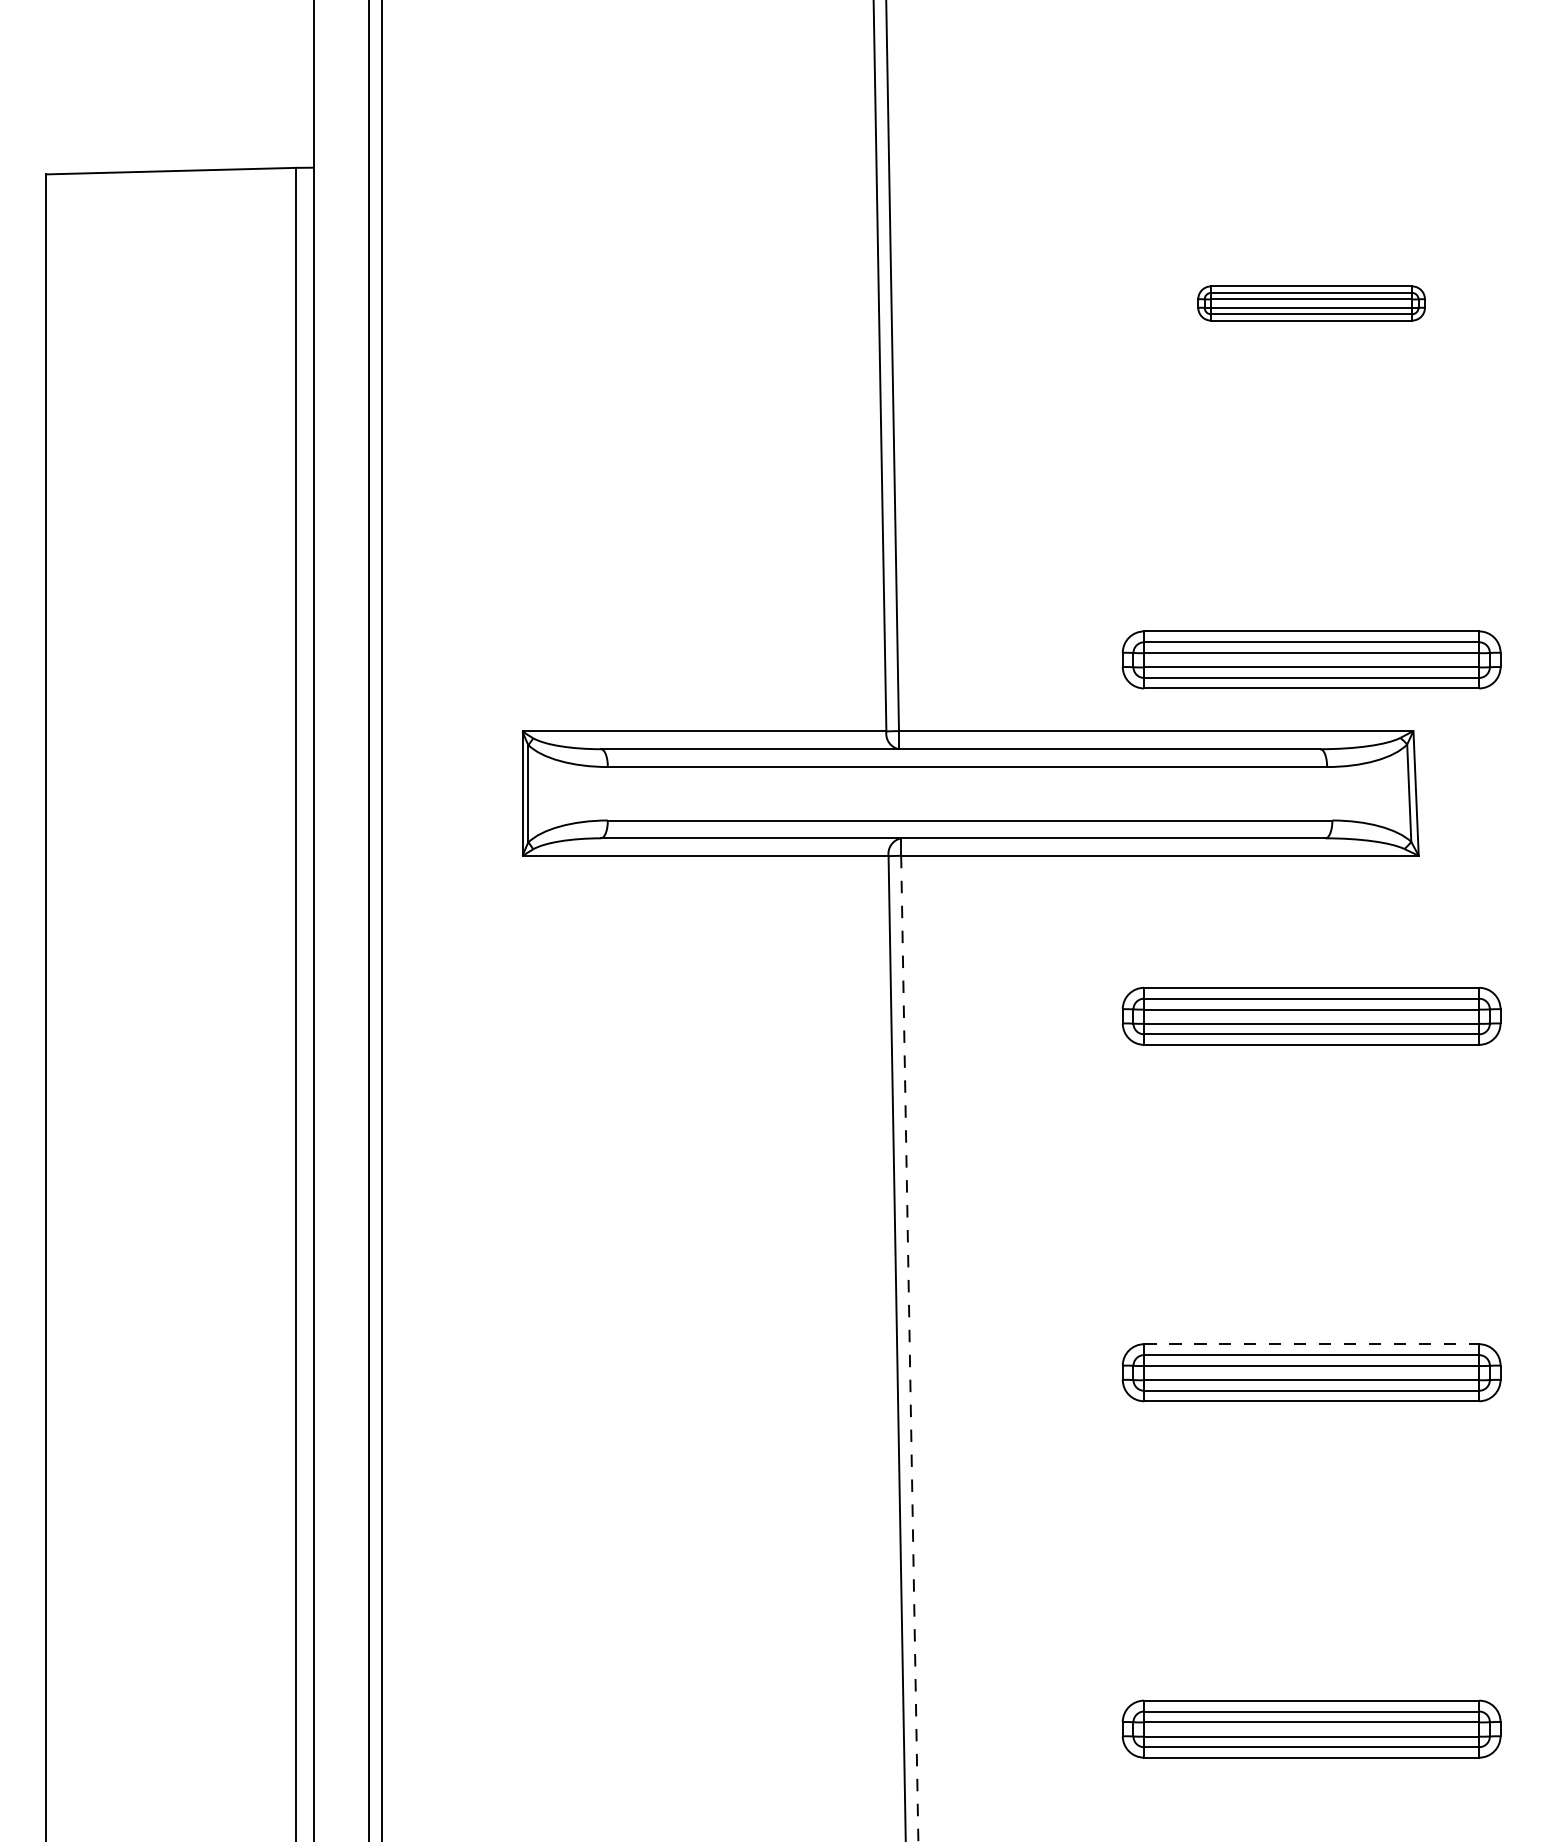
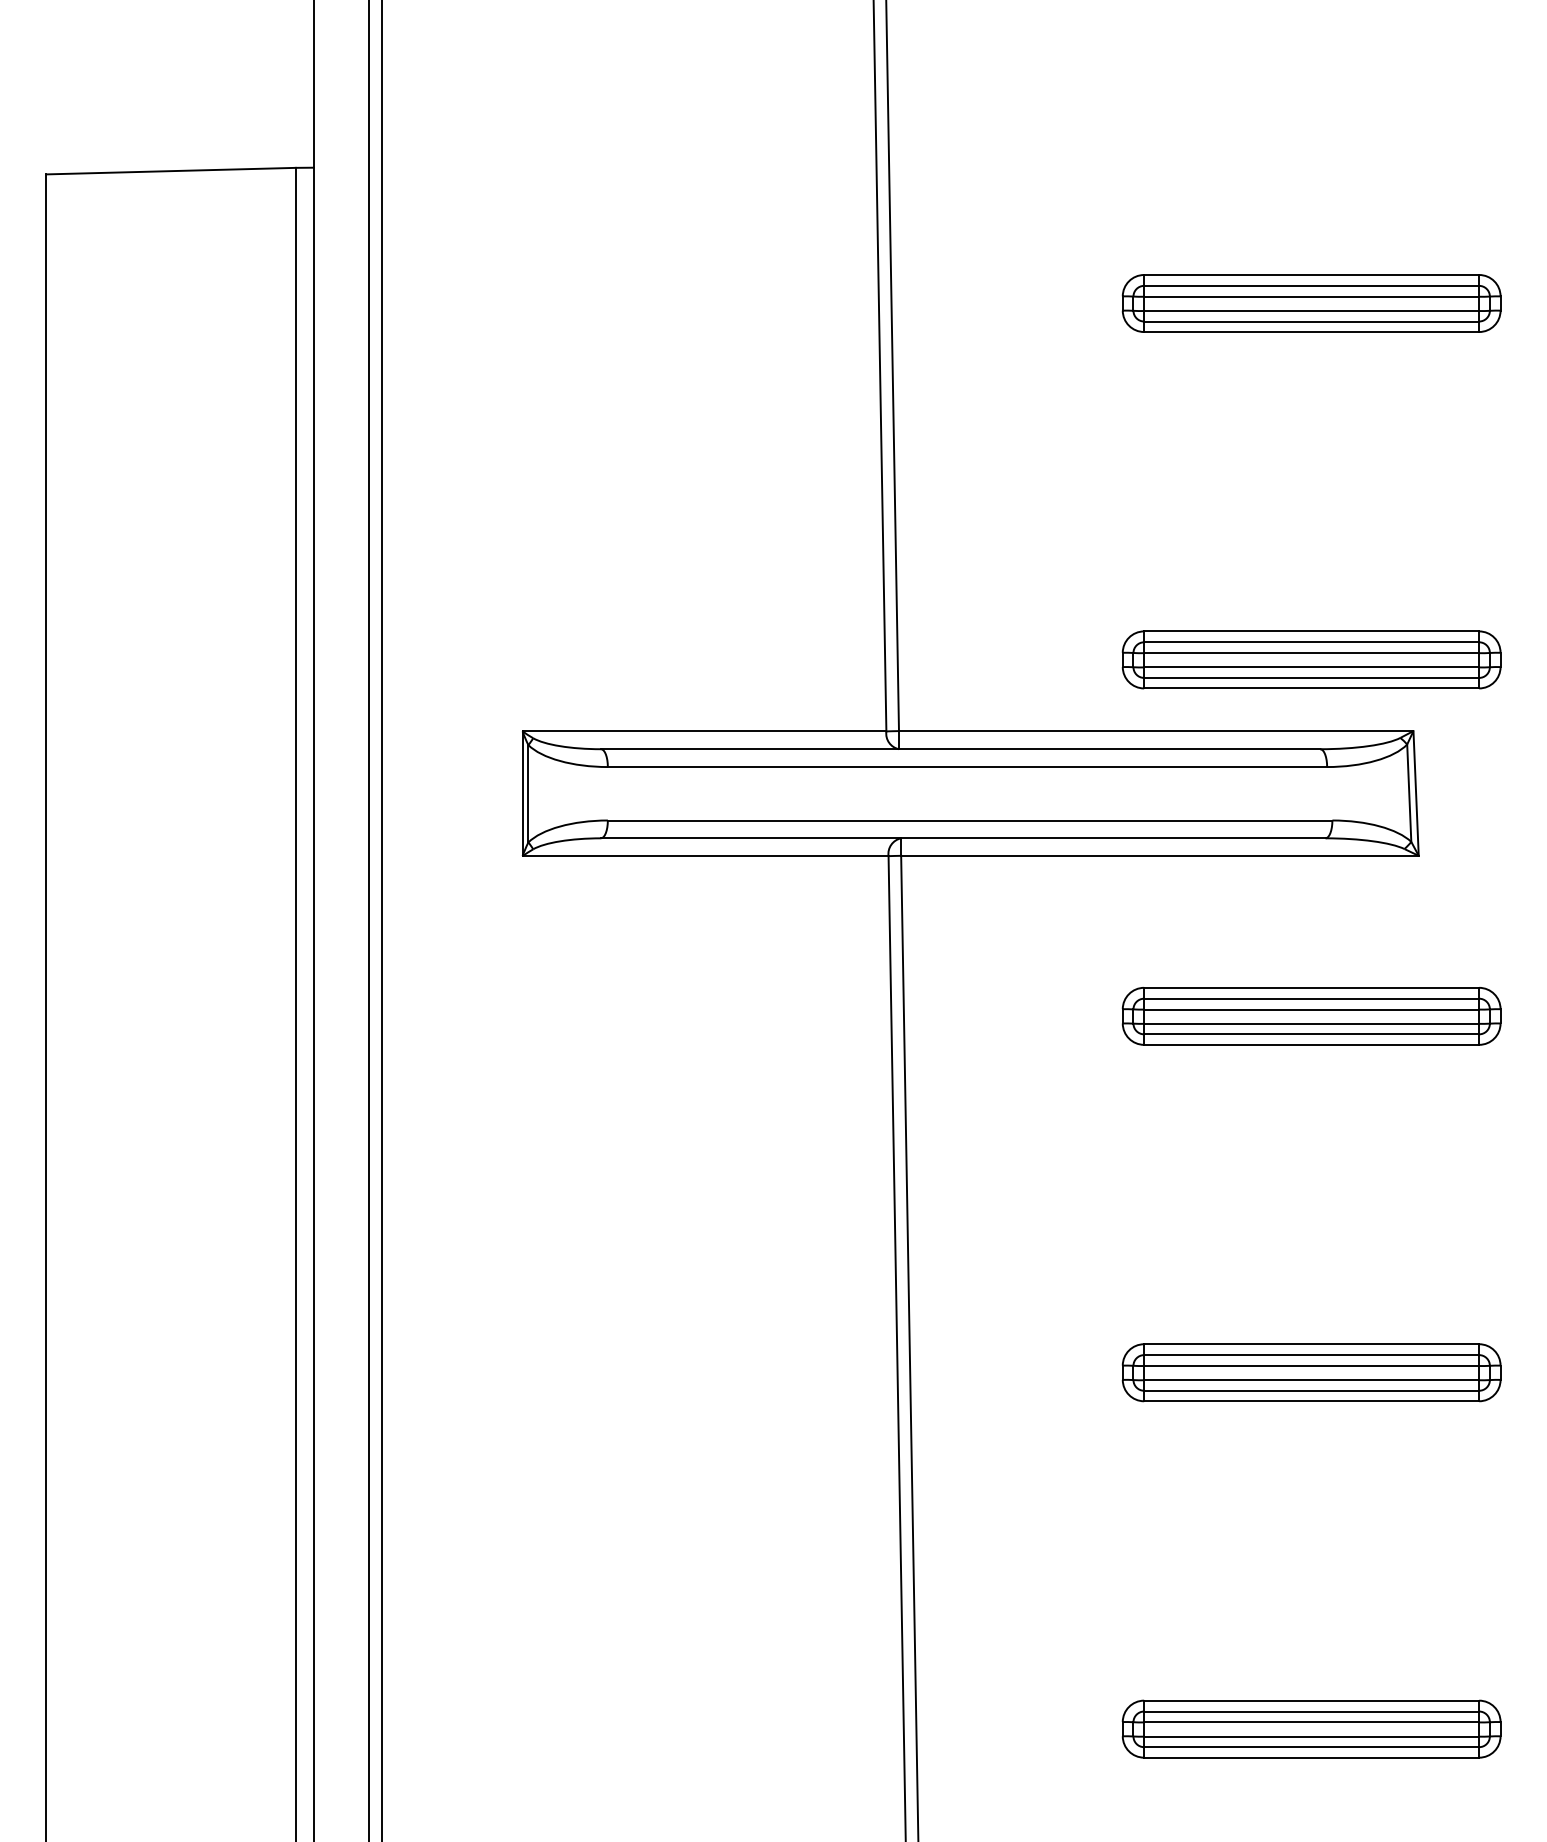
part at (1311, 303) size: 229x37 px -> 381x59 px
line at (1311, 1344): dashed -> solid
line at (909, 1348): dashed -> solid
